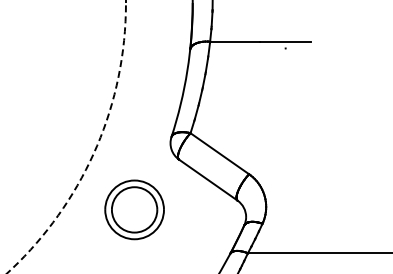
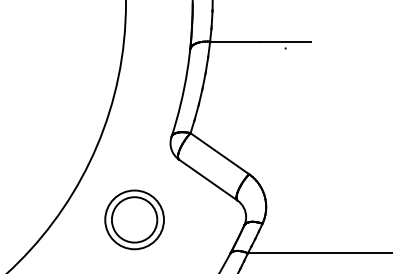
arc at (95, 149): dashed -> solid
part at (134, 209) position: (134, 209) -> (134, 219)
